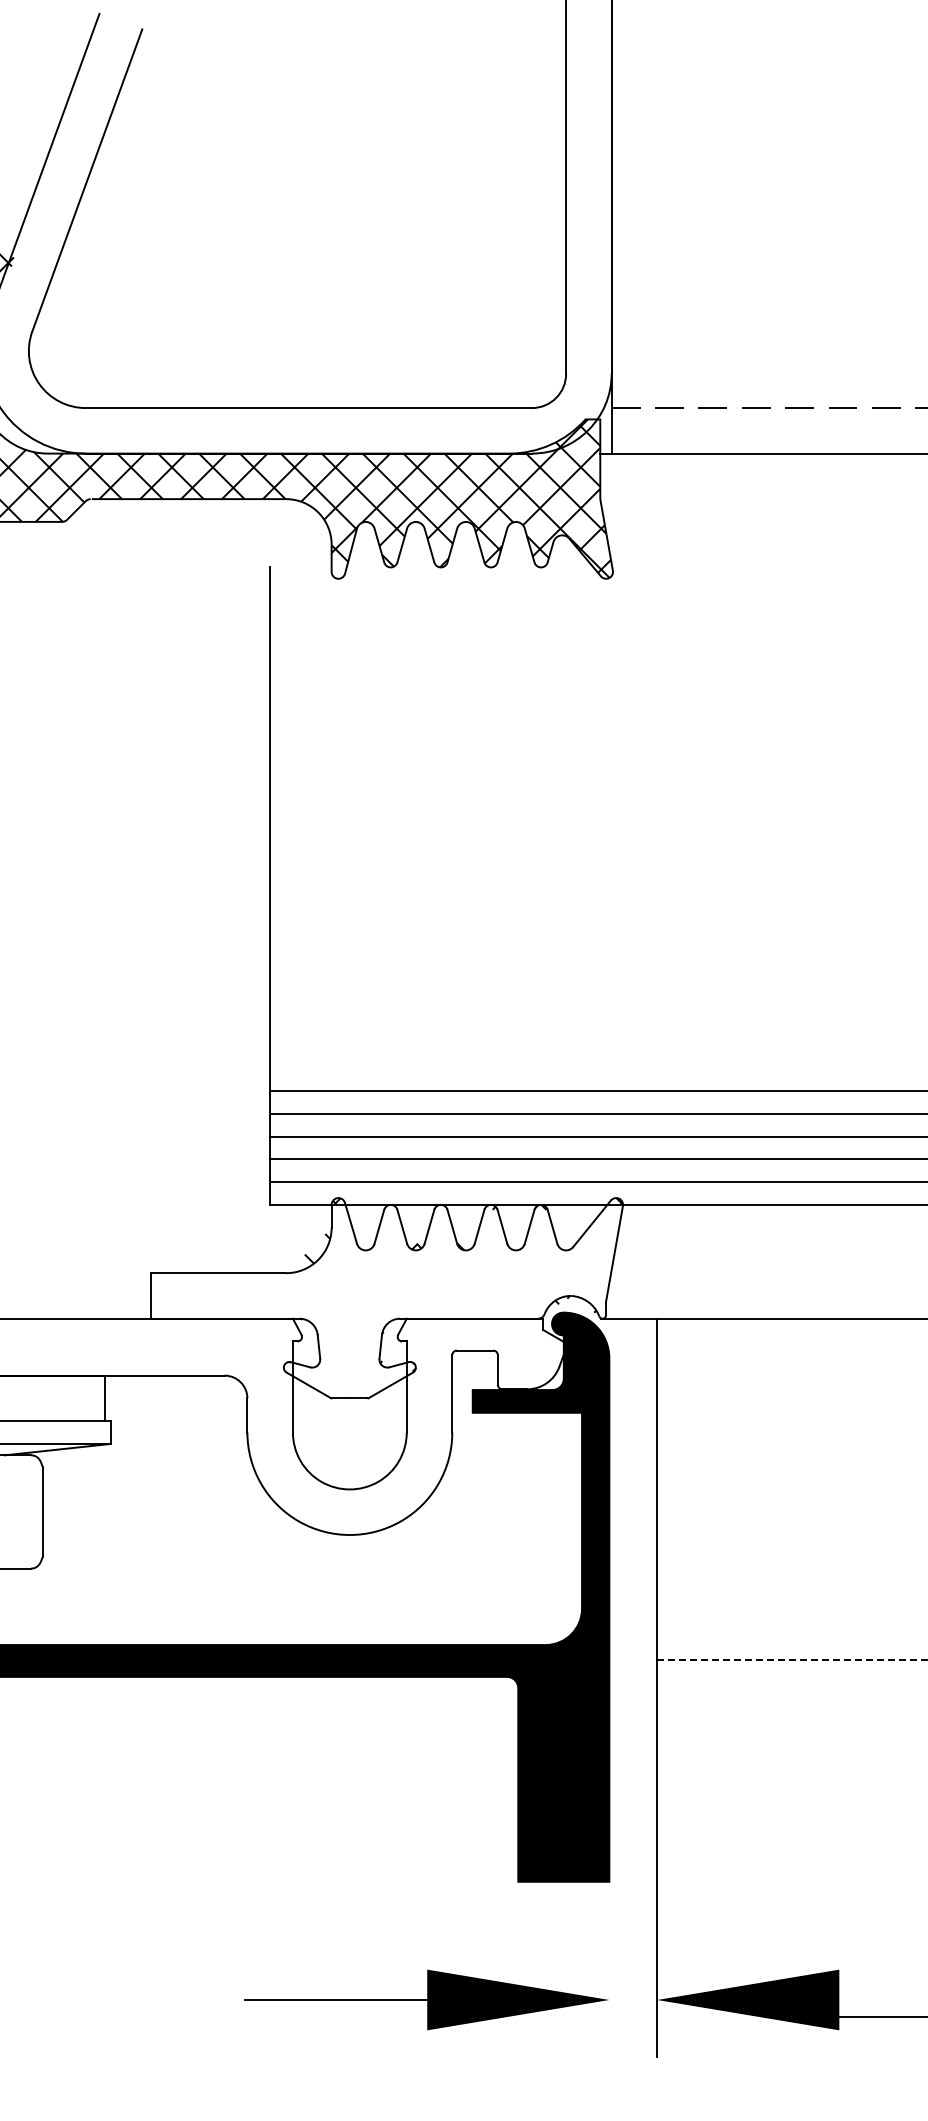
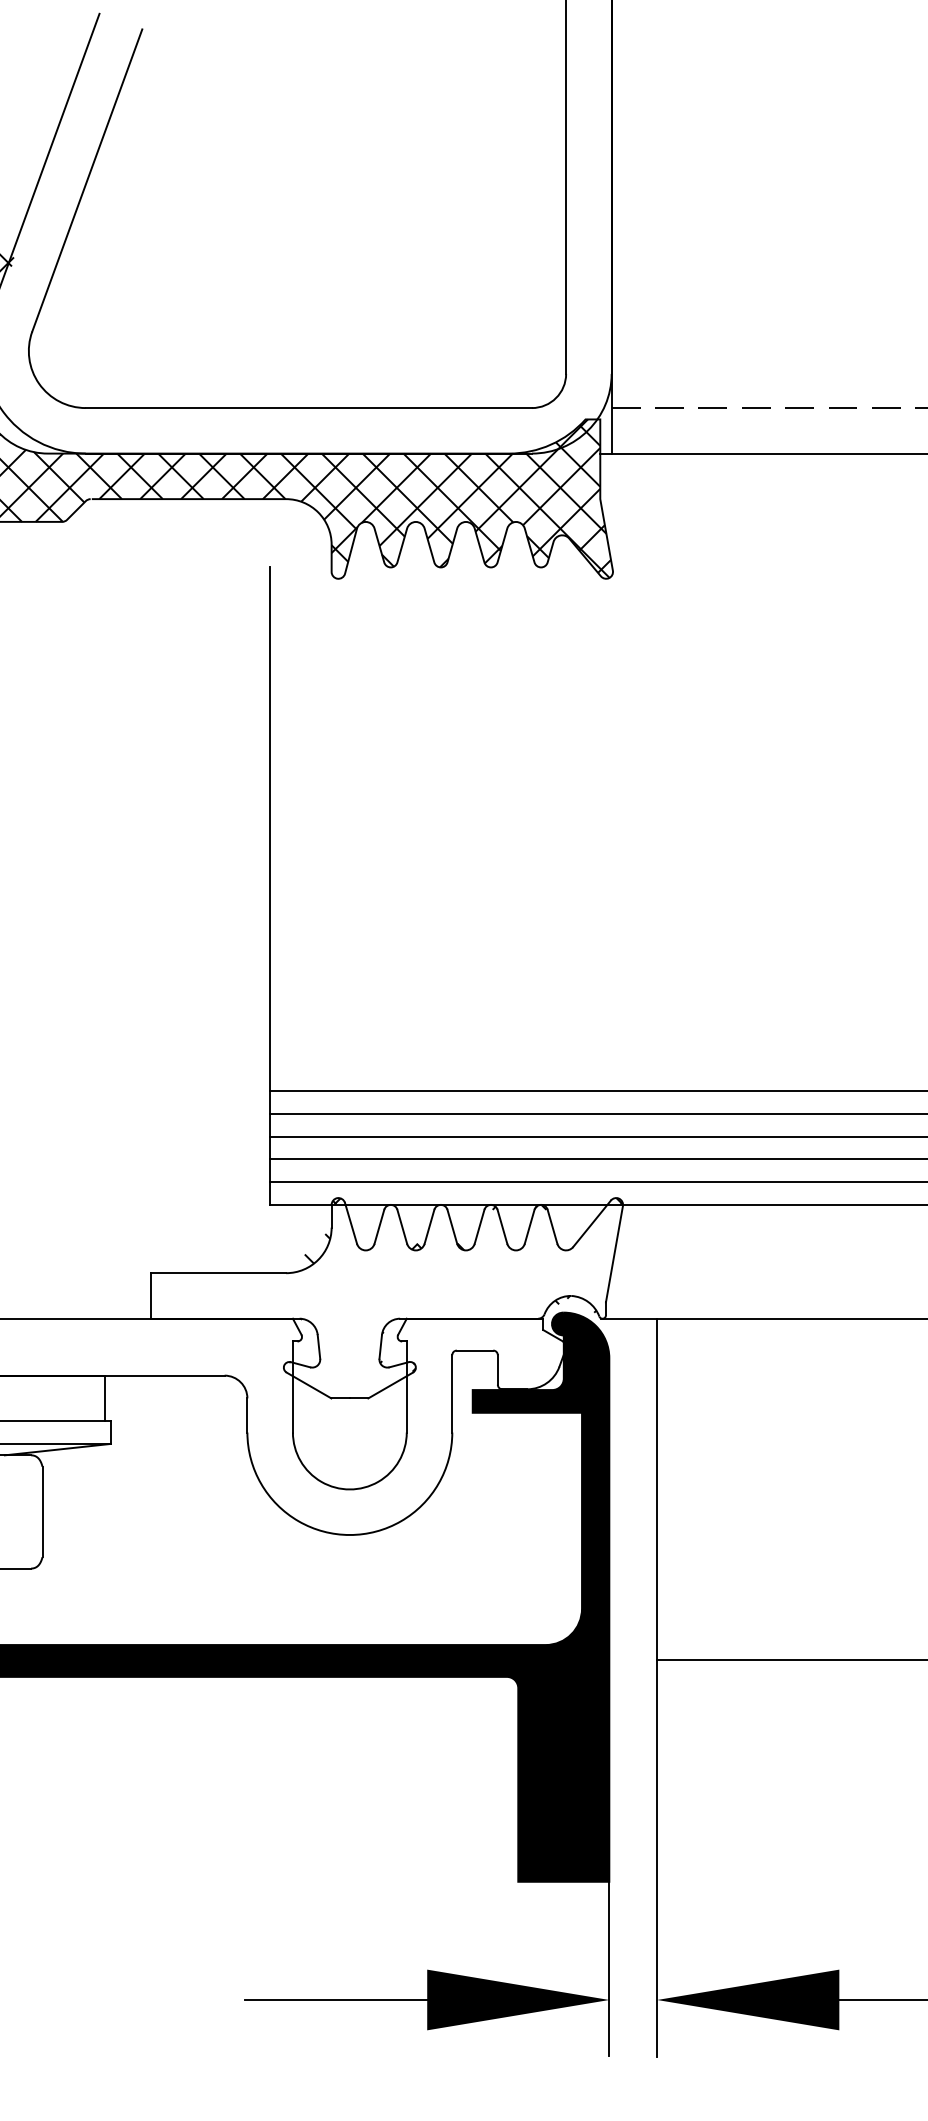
line at (792, 1660): dashed -> solid
line at (609, 1968): none -> present
line at (881, 2016) position: (881, 2016) -> (881, 1999)
